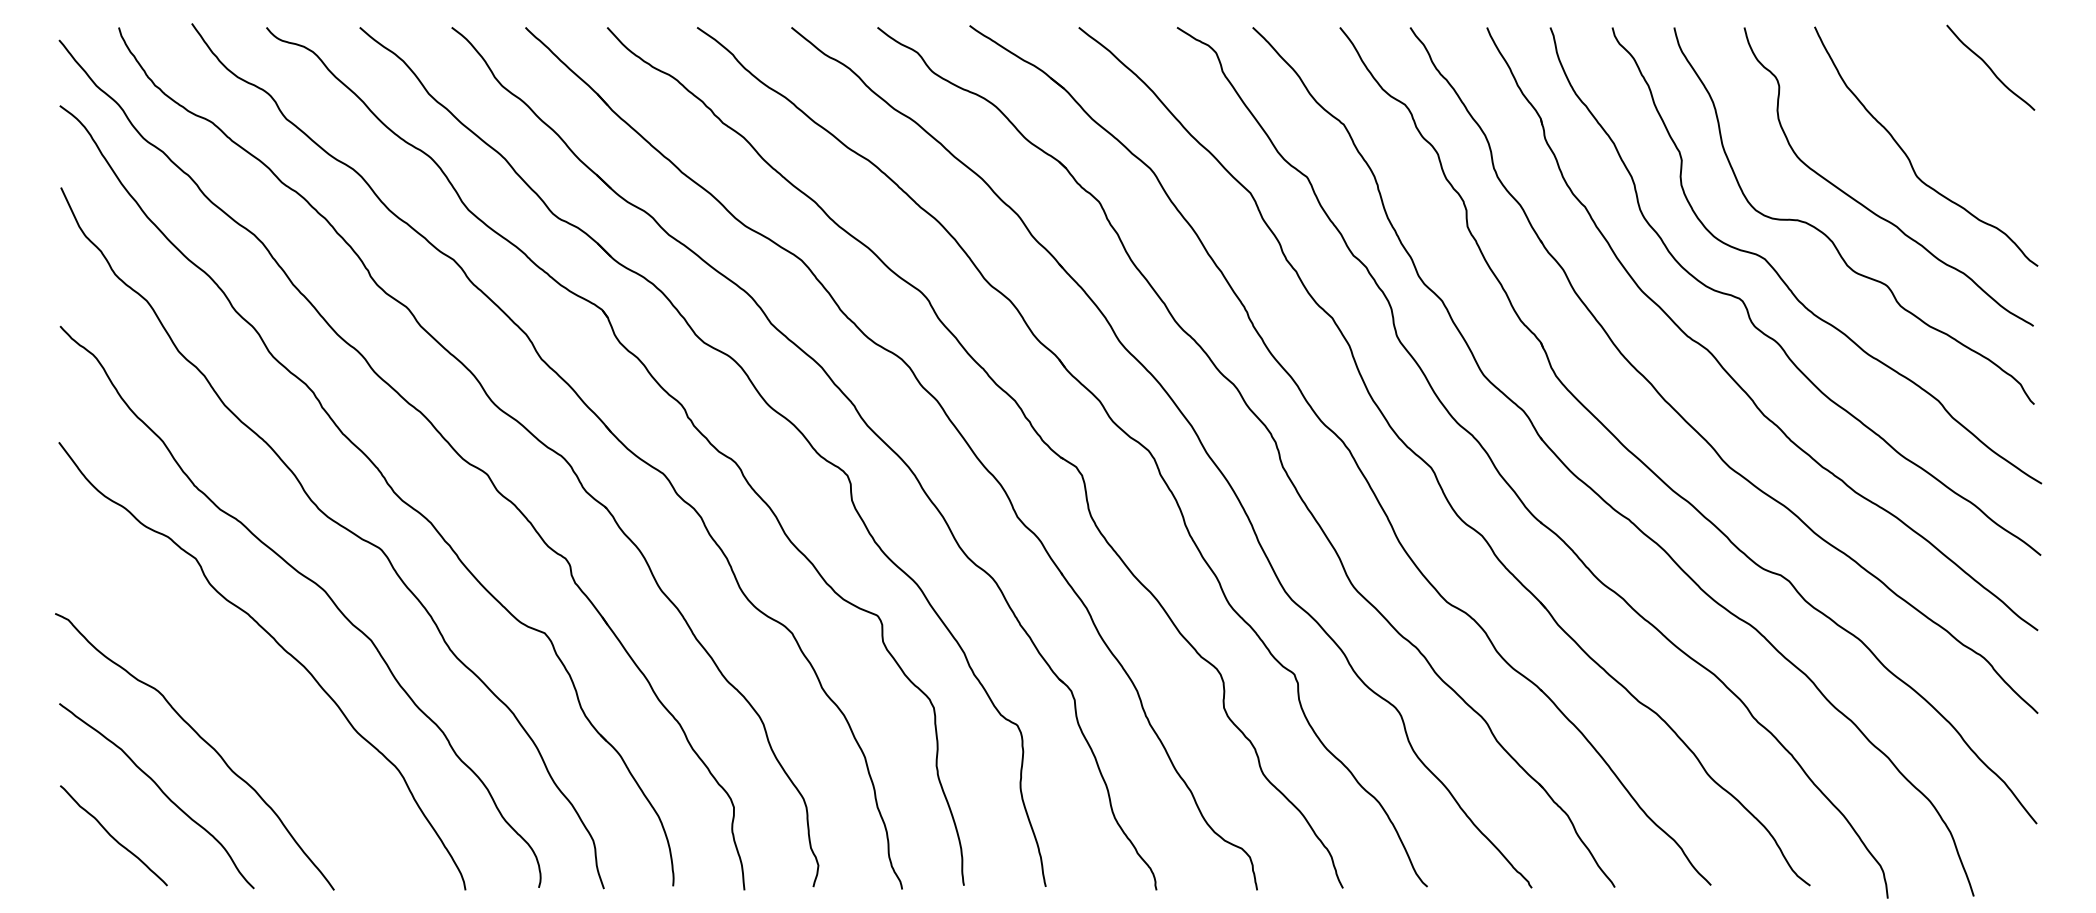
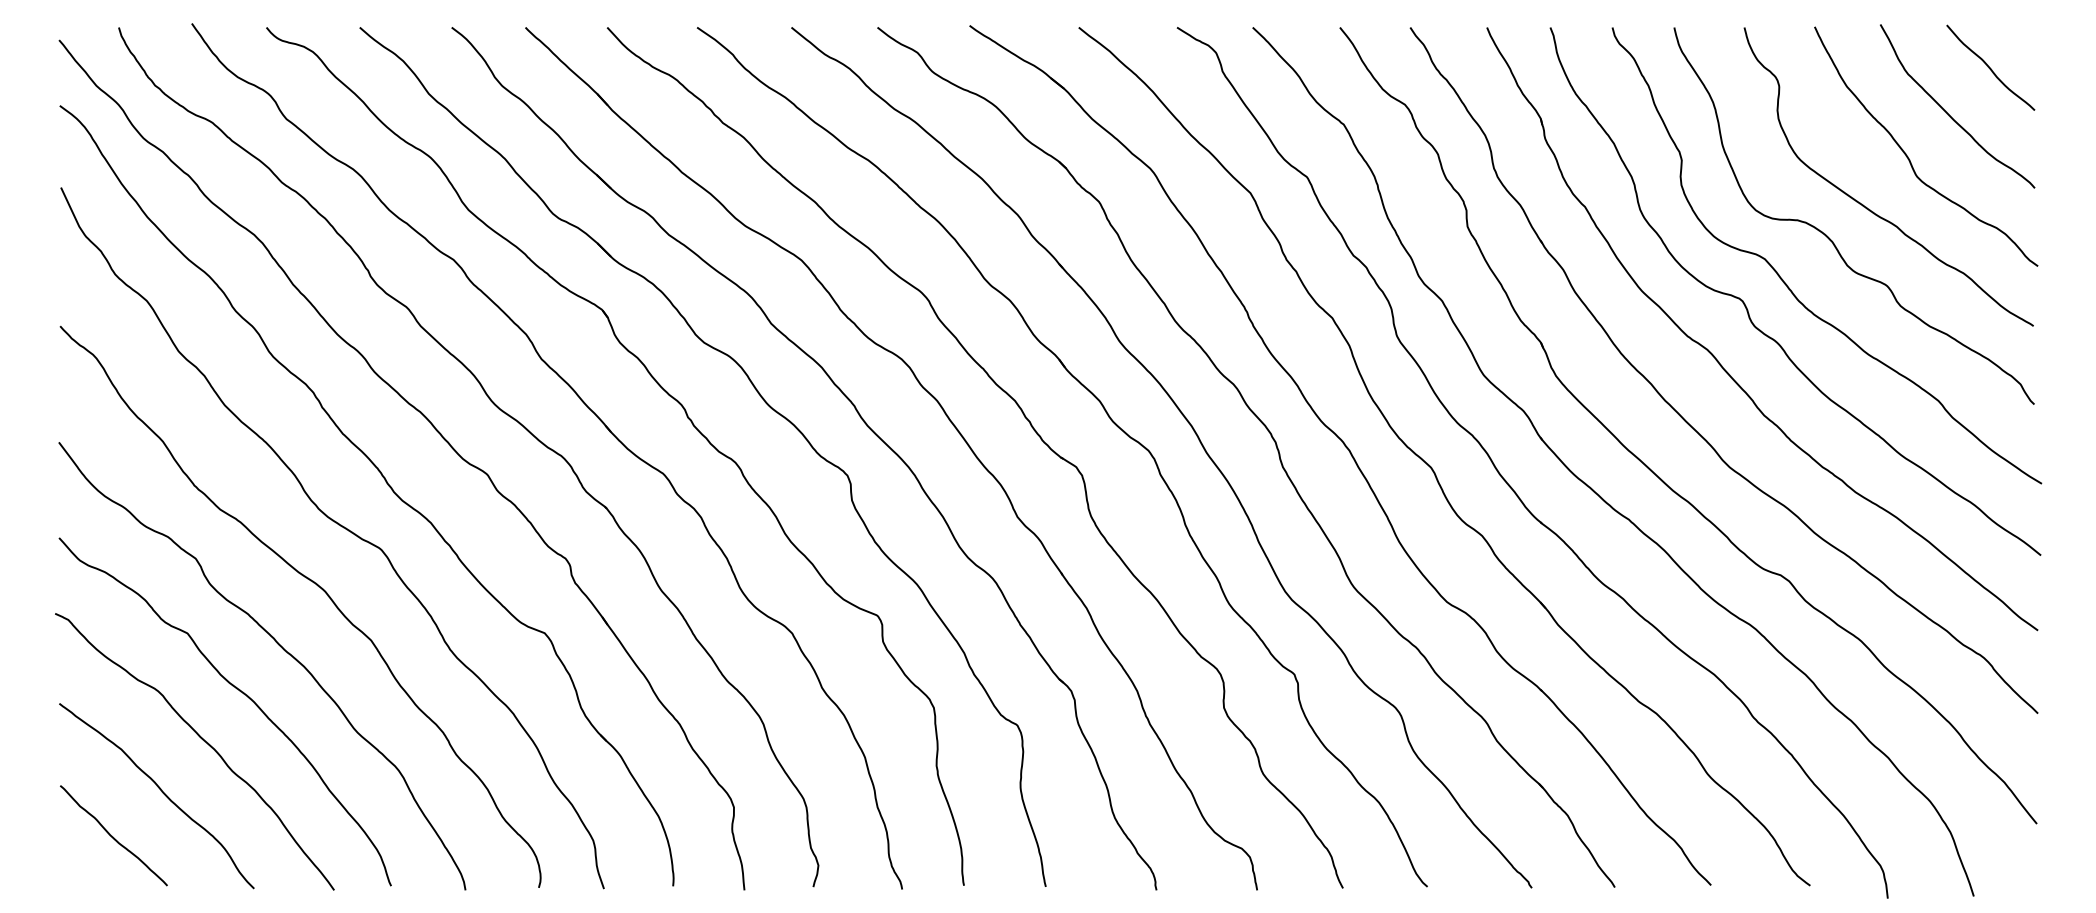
curve at (1949, 114): none -> present
curve at (240, 692): none -> present
